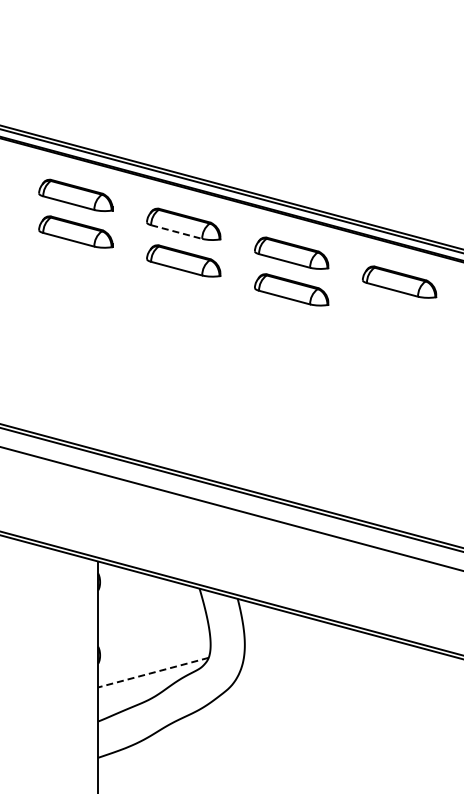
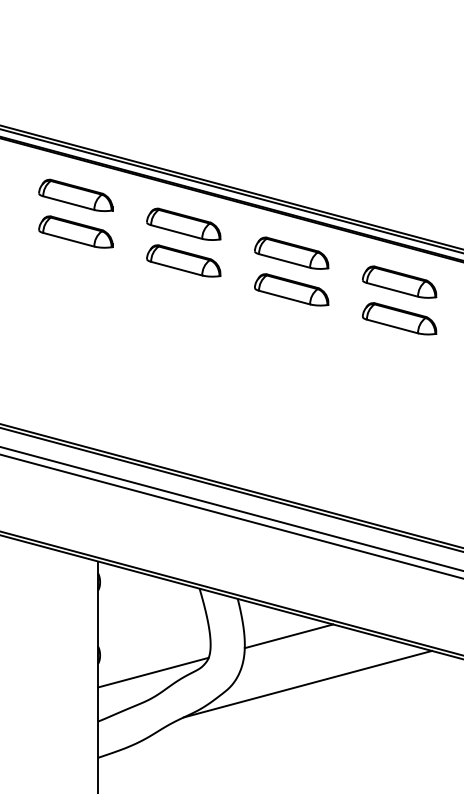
line at (177, 232): dashed -> solid
part at (399, 318): none -> present
line at (231, 516): none -> present
line at (288, 636): none -> present
line at (153, 672): dashed -> solid
line at (307, 683): none -> present
